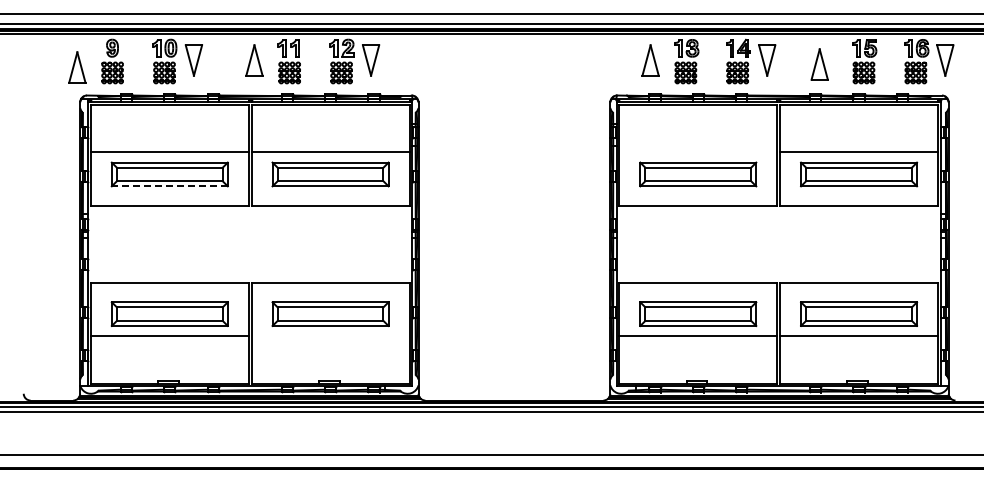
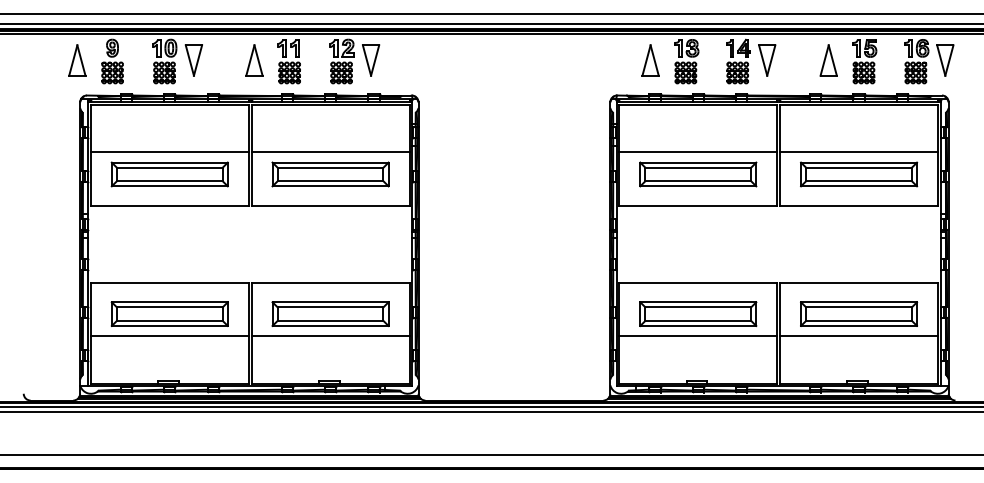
part at (819, 64) position: (819, 64) -> (828, 60)
part at (77, 67) position: (77, 67) -> (77, 60)
line at (698, 152): none -> present
line at (169, 186): dashed -> solid
line at (330, 336): none -> present
